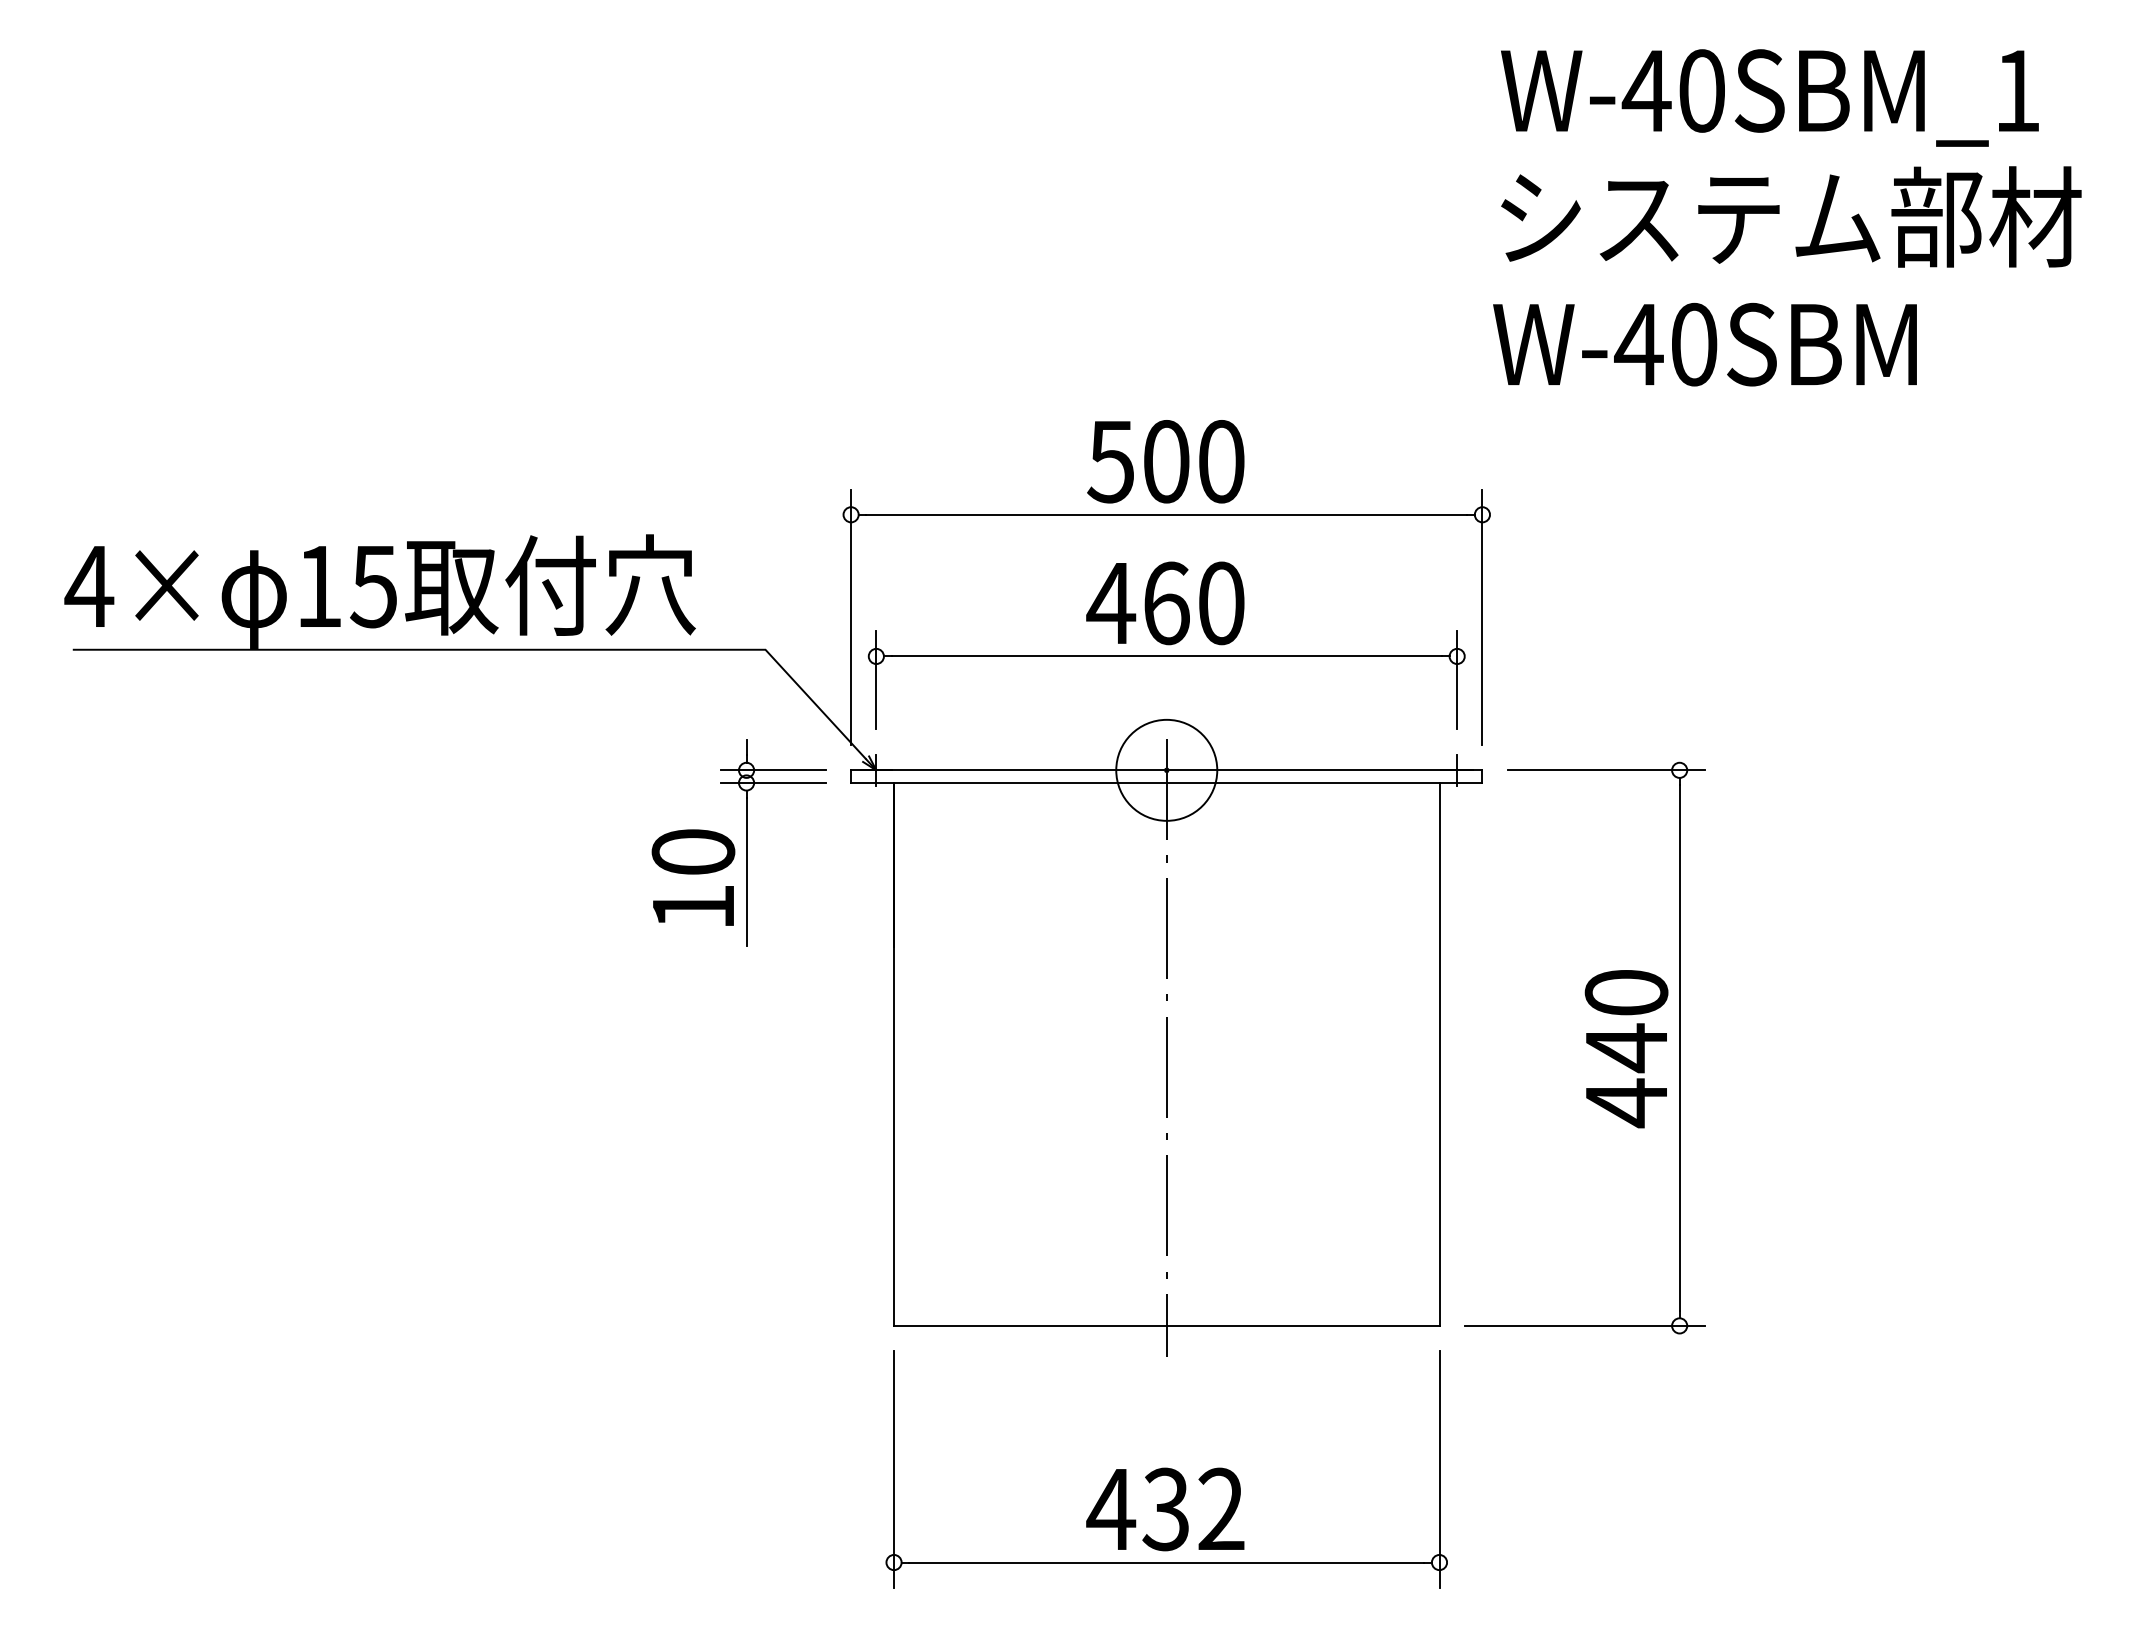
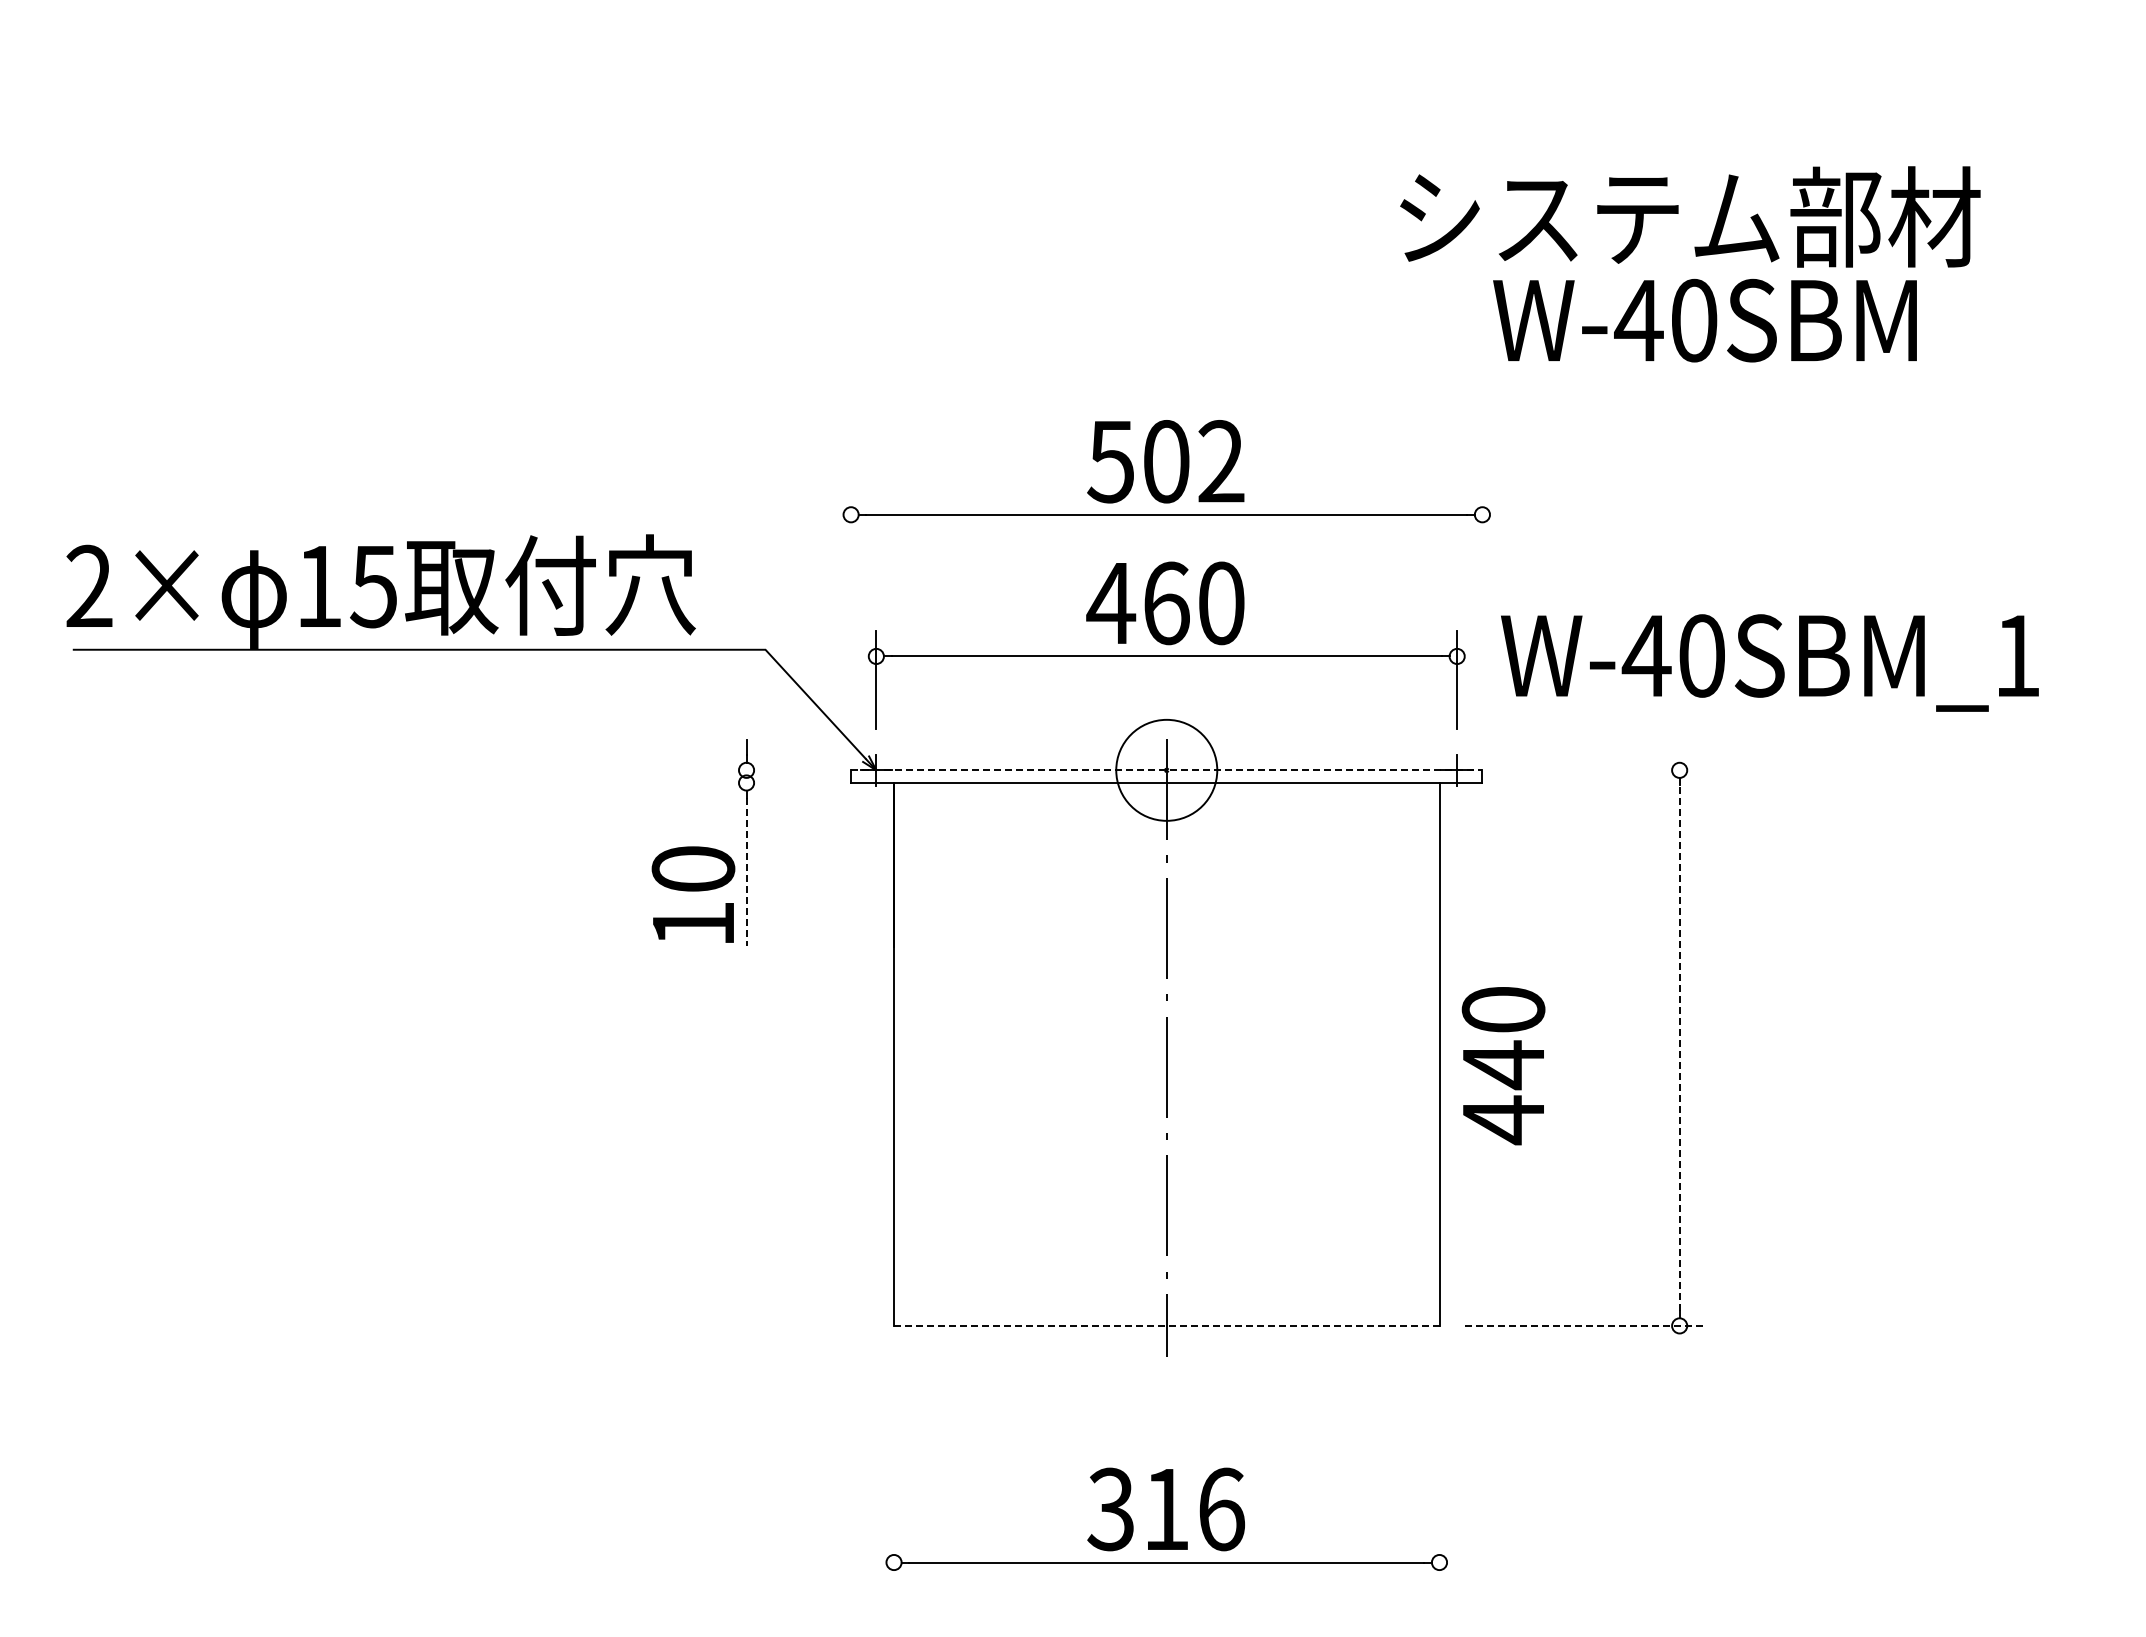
text at (1769, 97) position: (1769, 97) -> (1769, 662)
text at (1791, 216) position: (1791, 216) -> (1690, 216)
text at (1704, 344) position: (1704, 344) -> (1704, 320)
text at (1221, 461): 500 -> 502
text at (89, 585): 4× -> 2×
line at (851, 617): present -> none
line at (1482, 617): present -> none
line at (773, 770): present -> none
line at (1166, 770): solid -> dashed
line at (1605, 770): present -> none
line at (773, 782): present -> none
line at (746, 872): solid -> dashed
text at (693, 877) position: (693, 877) -> (693, 894)
line at (1679, 1048): solid -> dashed
text at (1626, 1049) position: (1626, 1049) -> (1503, 1066)
line at (1166, 1325): solid -> dashed
line at (1585, 1325): solid -> dashed
line at (894, 1469): present -> none
line at (1439, 1469): present -> none
text at (1165, 1509): 432 -> 316
